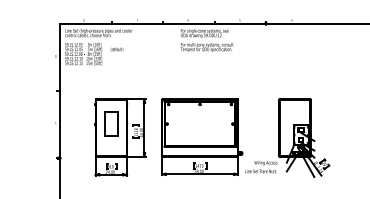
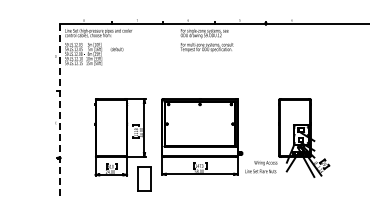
line at (60, 111): solid -> dashed
part at (111, 123) position: (111, 123) -> (144, 178)
